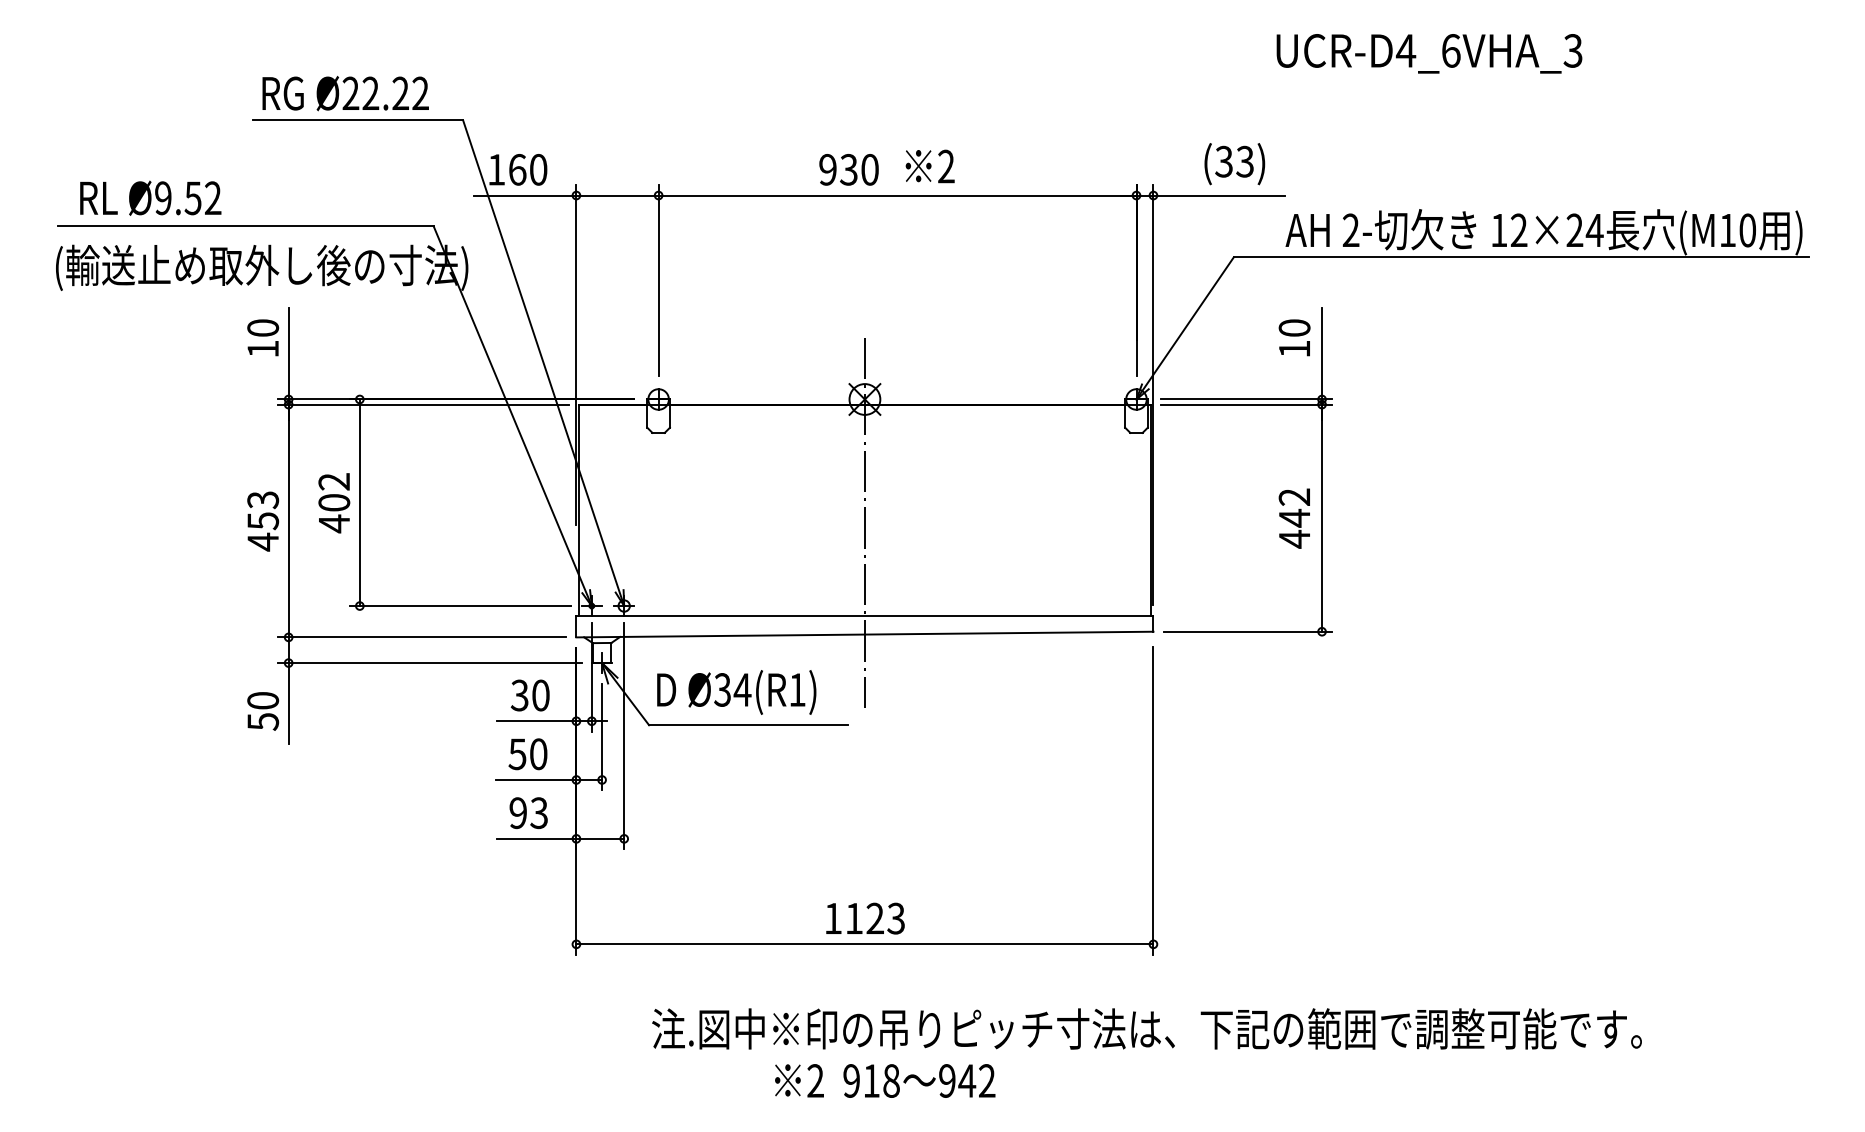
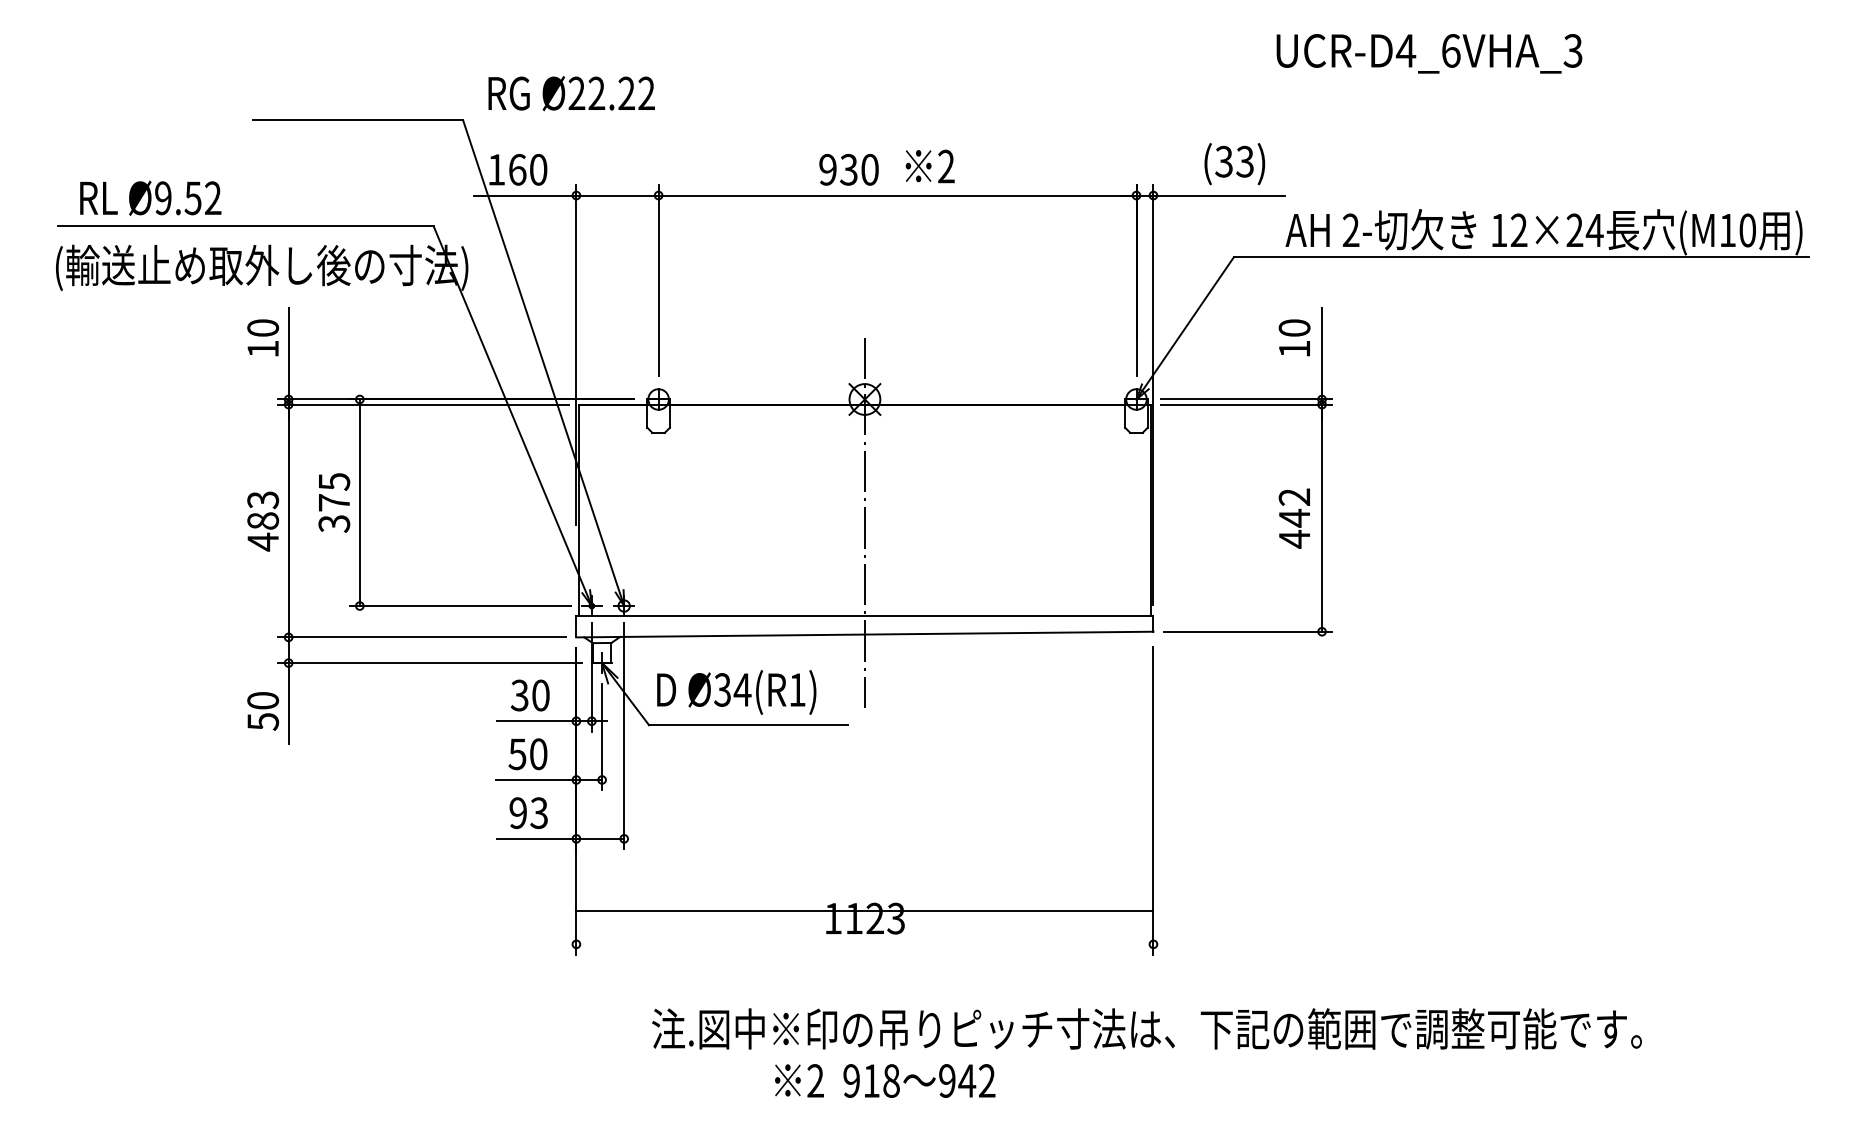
text at (345, 93) position: (345, 93) -> (571, 93)
text at (334, 503): 402 -> 375
text at (262, 521): 453 -> 483
line at (864, 944) position: (864, 944) -> (864, 911)
